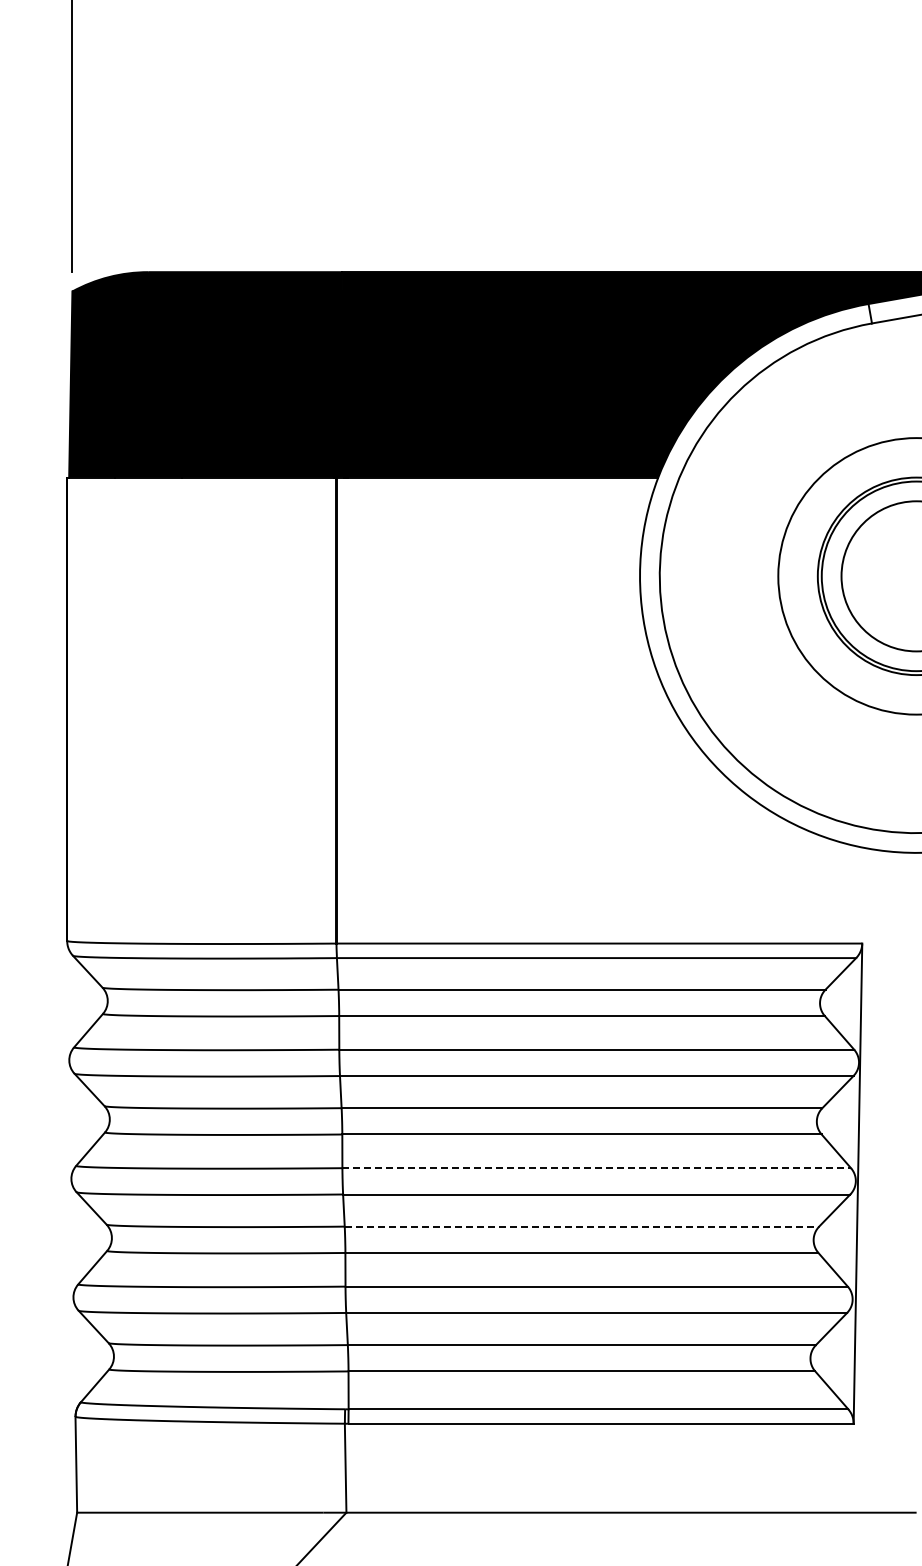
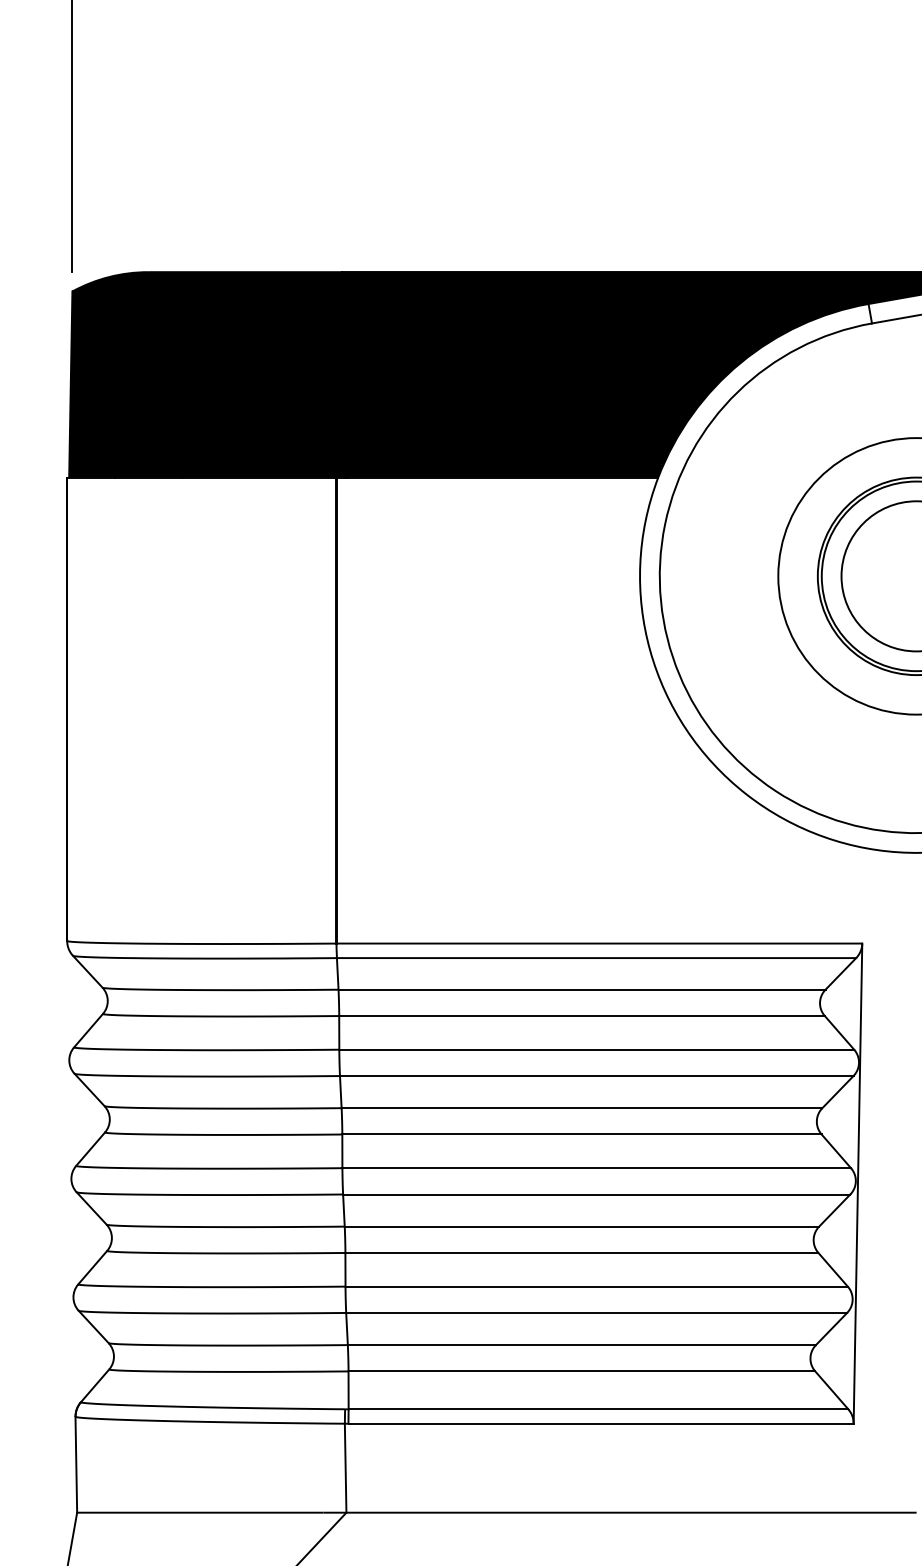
line at (597, 1168): dashed -> solid
line at (582, 1226): dashed -> solid
